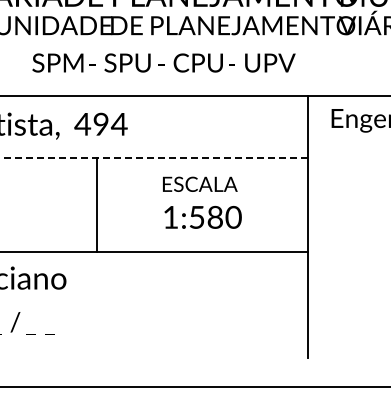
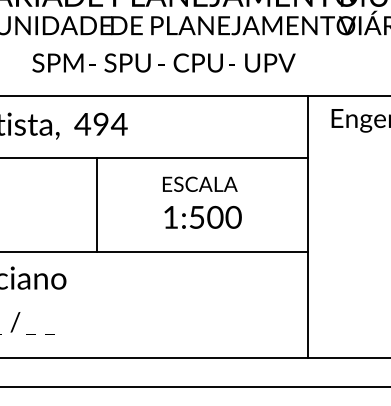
line at (153, 157): dashed -> solid
text at (215, 217): 1:580 -> 1:500
line at (194, 358): none -> present
